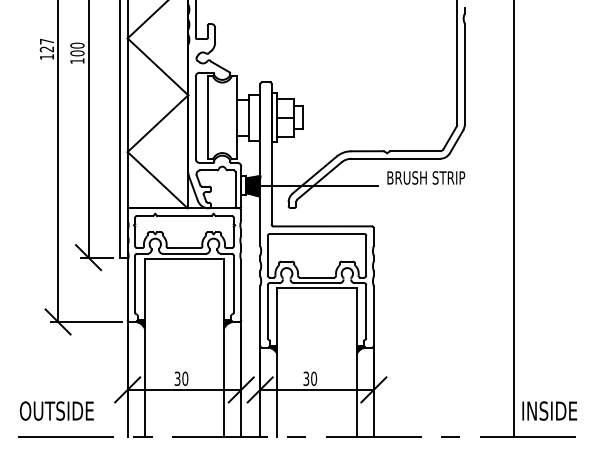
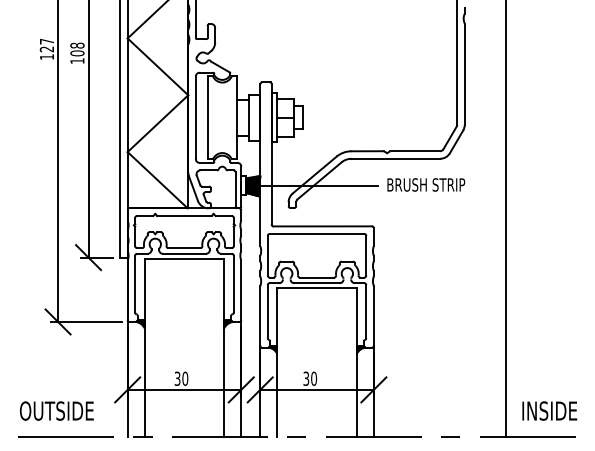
text at (77, 45): 100 -> 108
text at (426, 177) position: (426, 177) -> (426, 184)
line at (514, 219) position: (514, 219) -> (506, 219)
